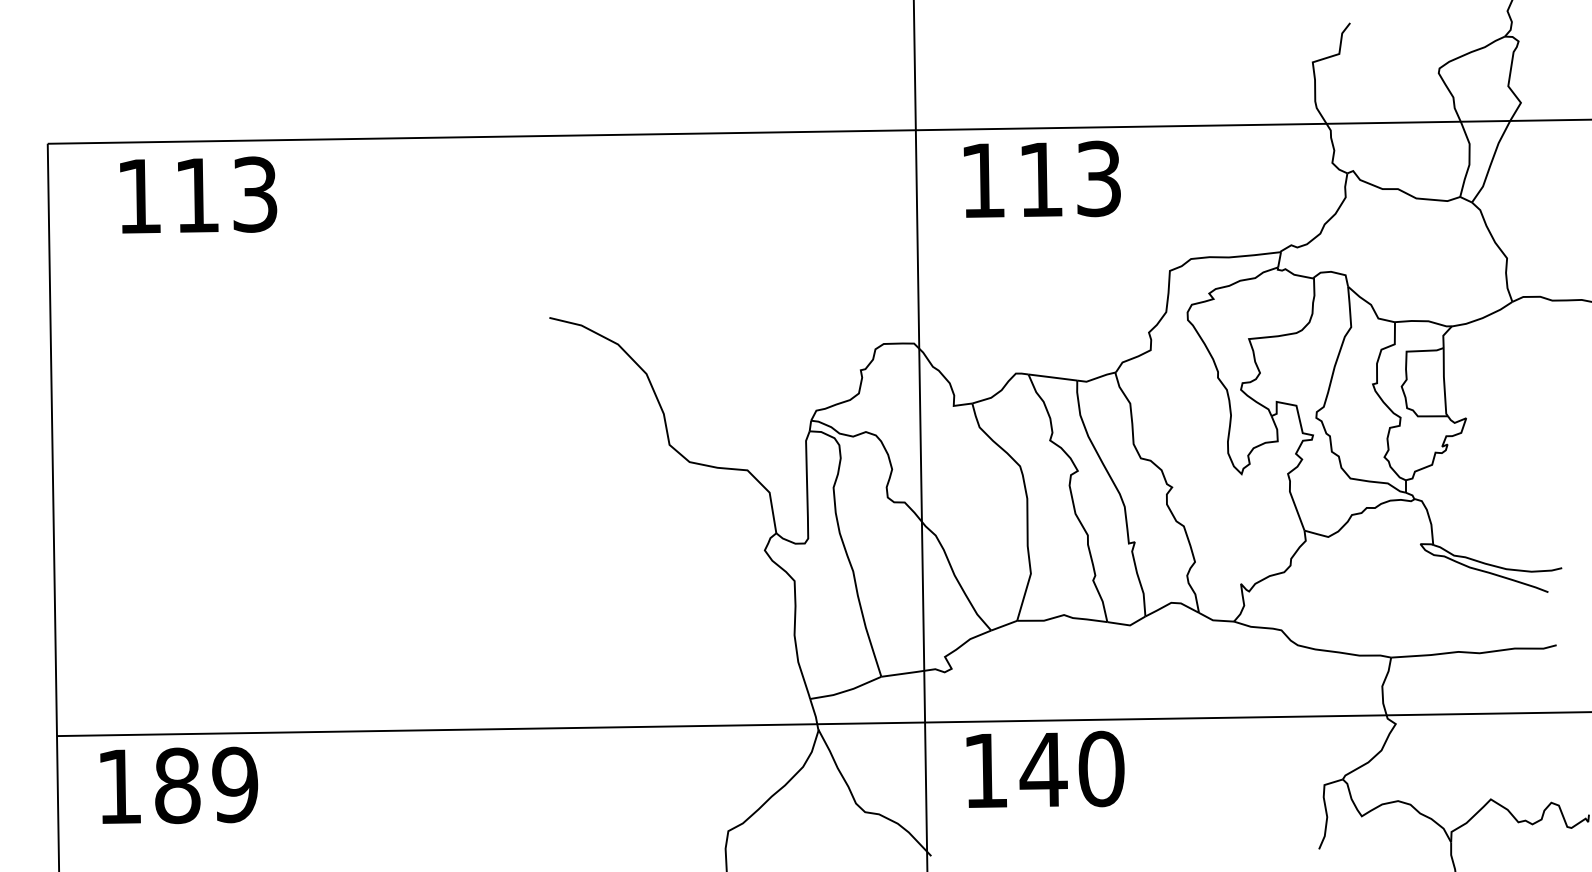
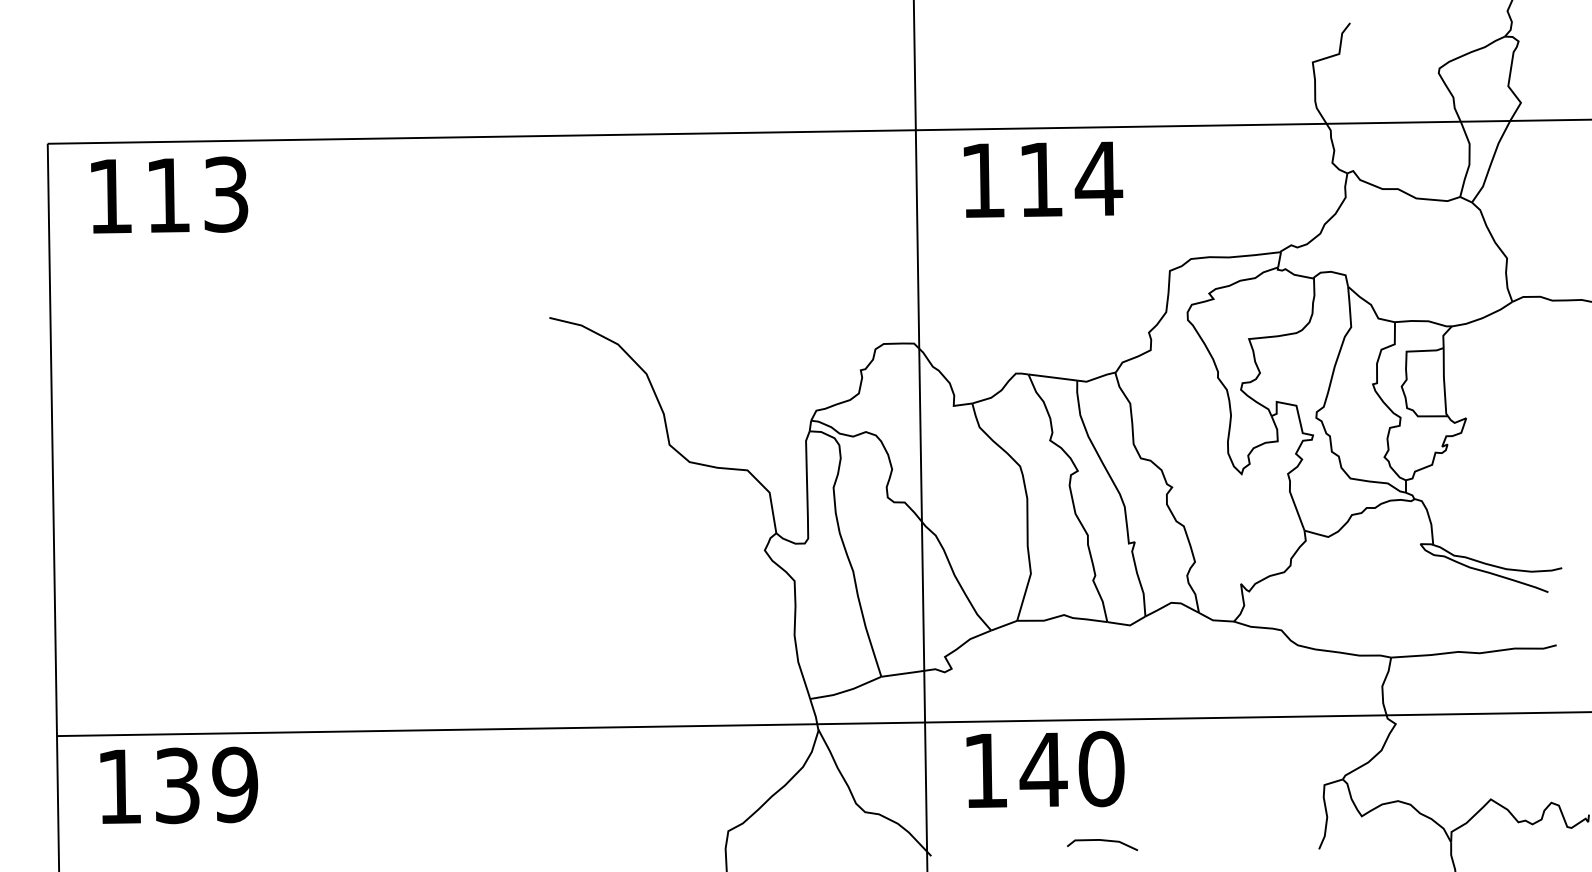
text at (1098, 178): 113 -> 114
text at (198, 194) position: (198, 194) -> (169, 194)
text at (177, 785): 189 -> 139
line at (1102, 841): none -> present
